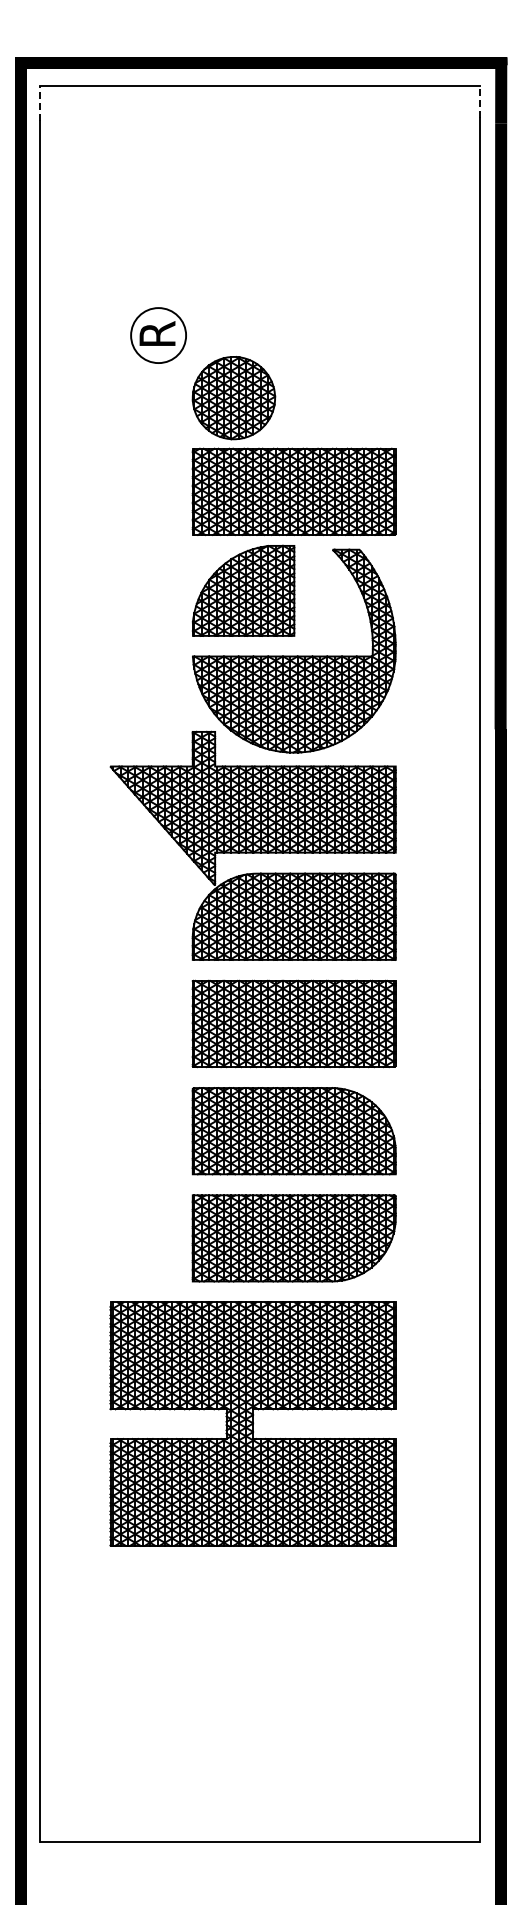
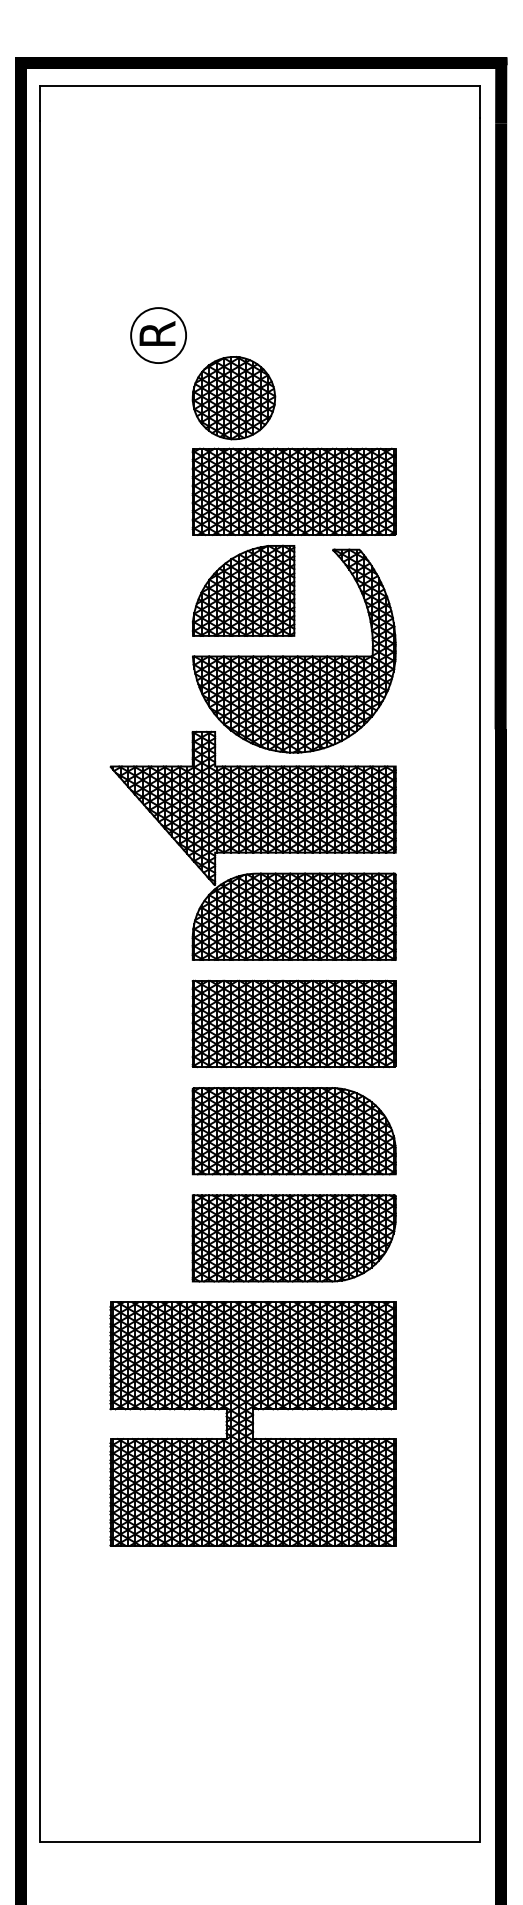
line at (479, 101): dashed -> solid
line at (39, 103): dashed -> solid
